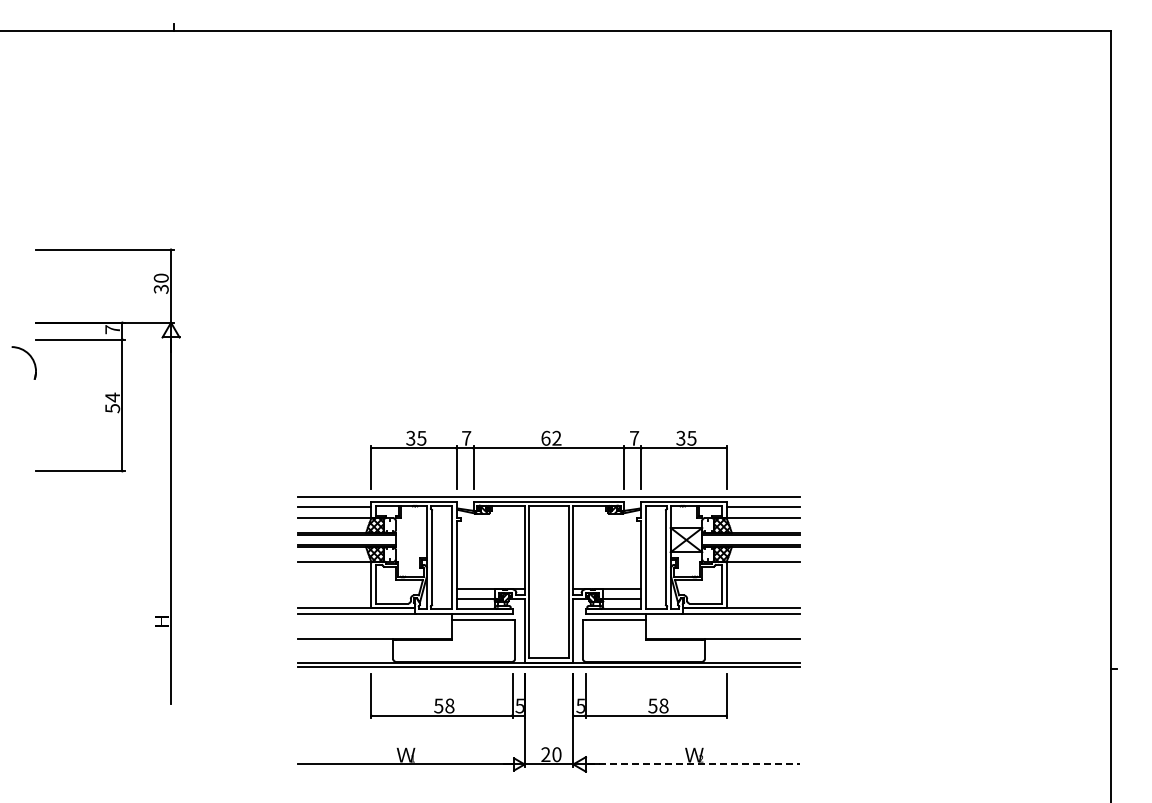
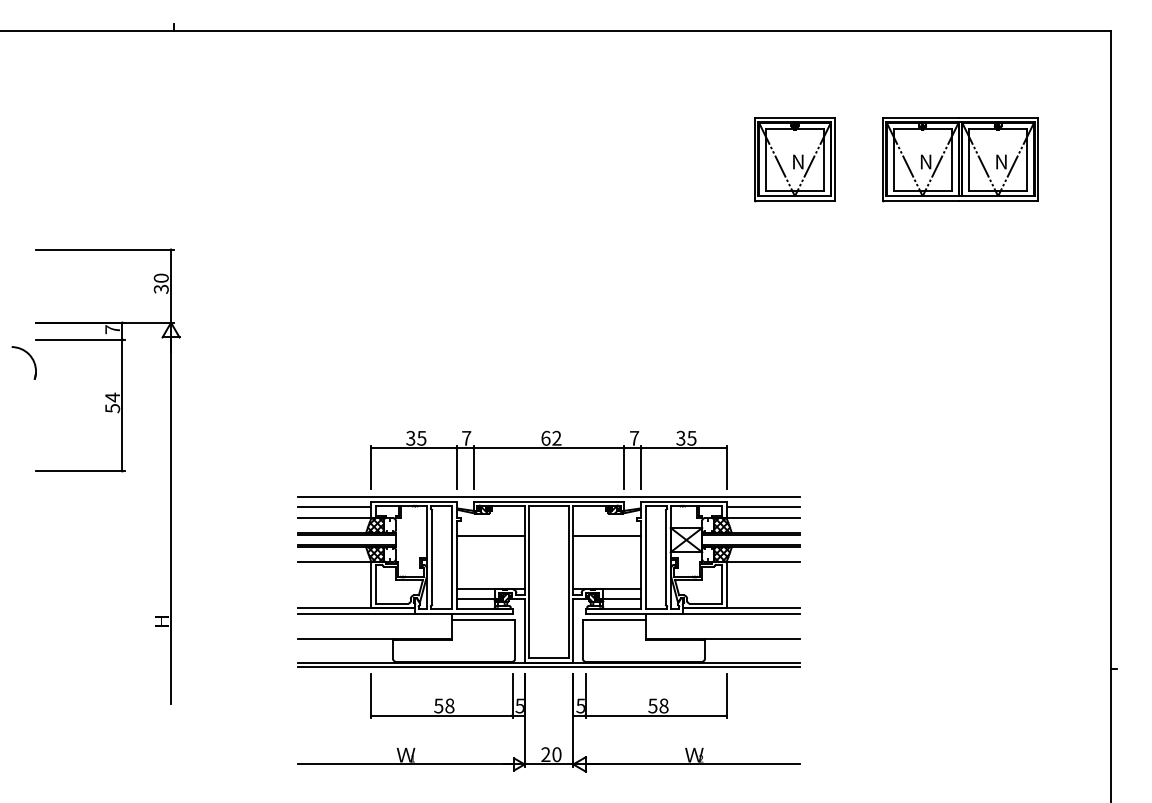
part at (794, 159): none -> present
part at (960, 159): none -> present
line at (490, 536): none -> present
line at (607, 536): none -> present
line at (693, 764): dashed -> solid
